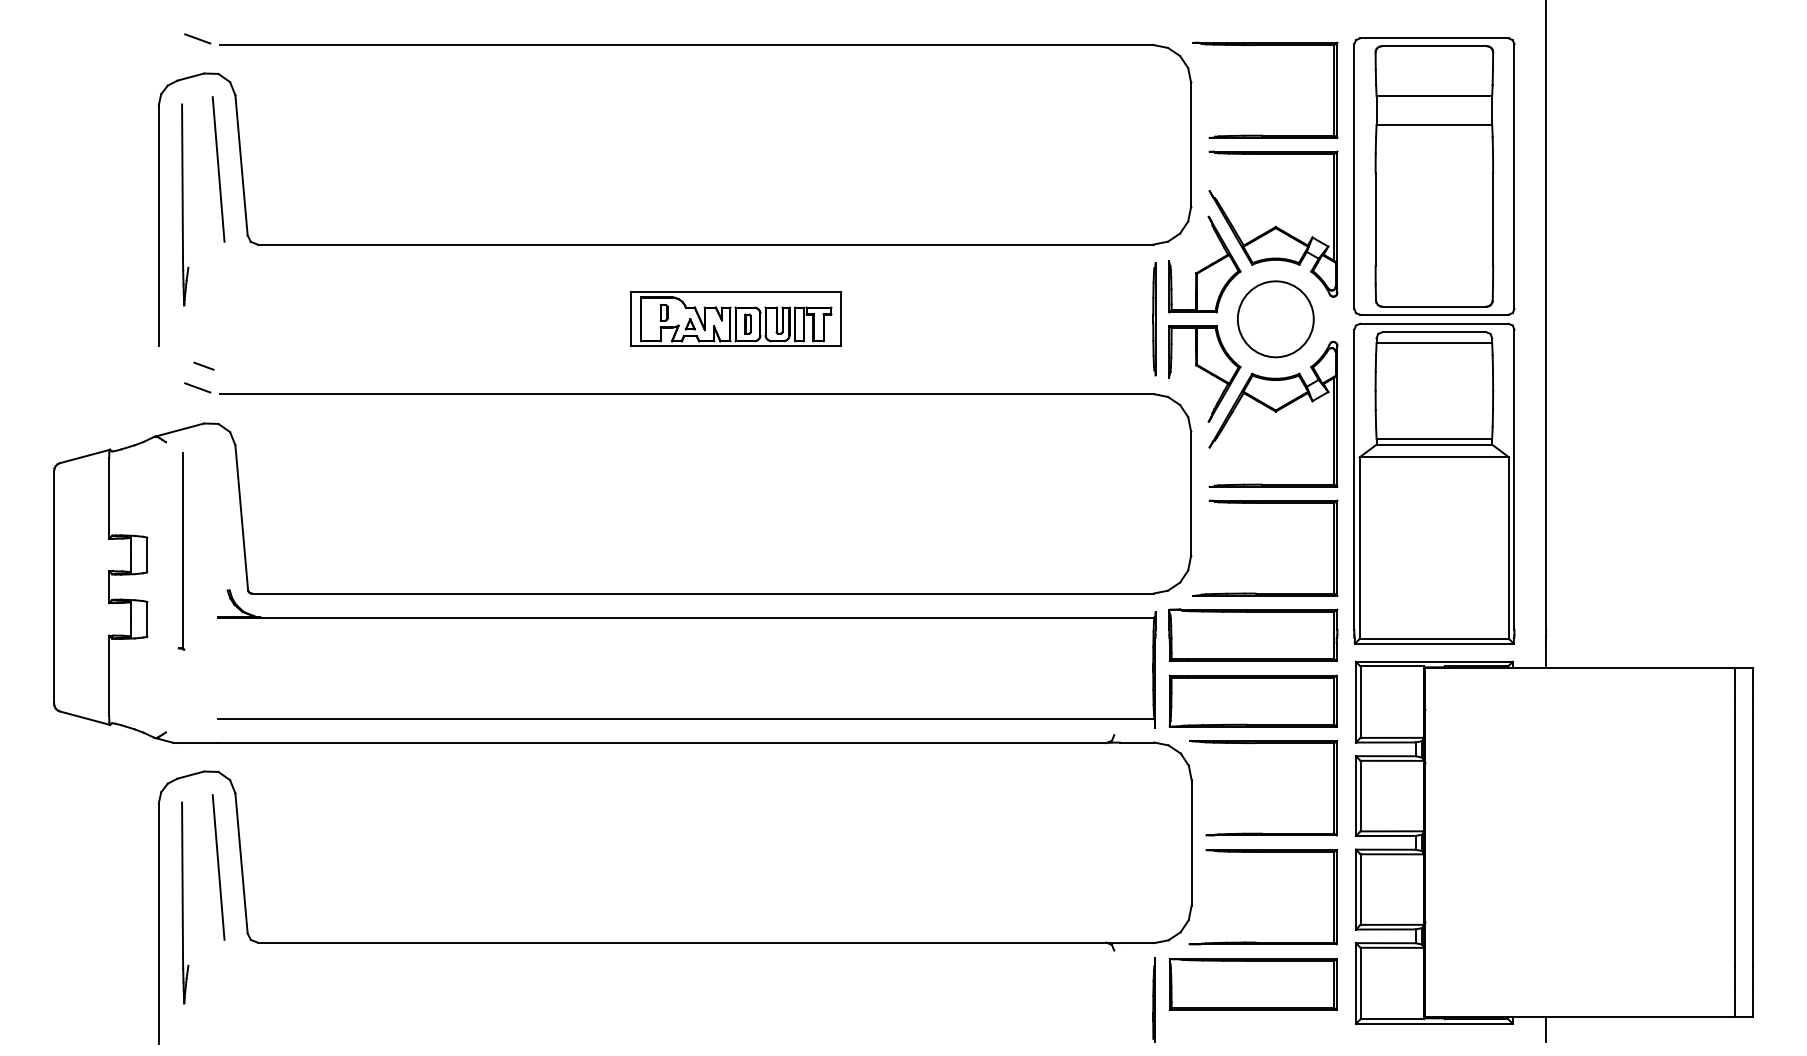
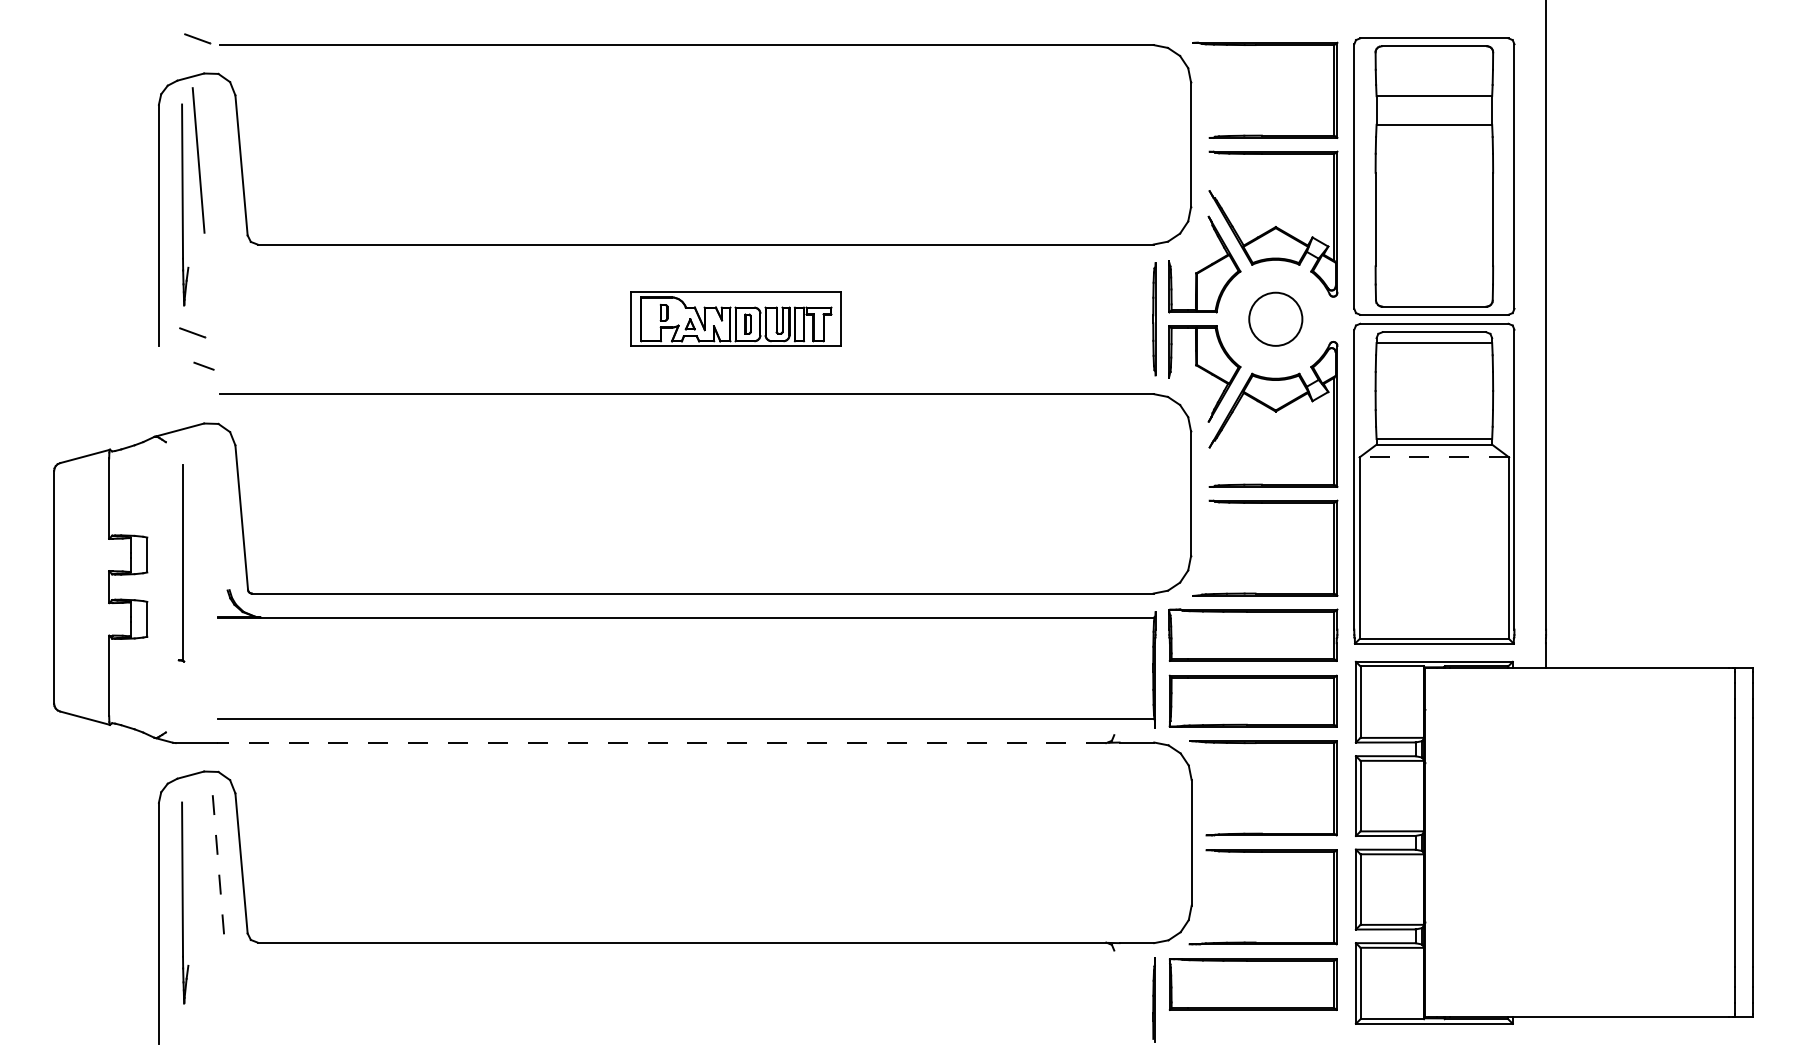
line at (218, 169) position: (218, 169) -> (198, 160)
circle at (1275, 319) diameter: 76 px -> 53 px
line at (197, 387) position: (197, 387) -> (192, 332)
line at (1434, 457): solid -> dashed
part at (181, 551) position: (181, 551) -> (181, 563)
line at (661, 743): solid -> dashed
line at (218, 867): solid -> dashed
line at (1545, 1029): present -> none
